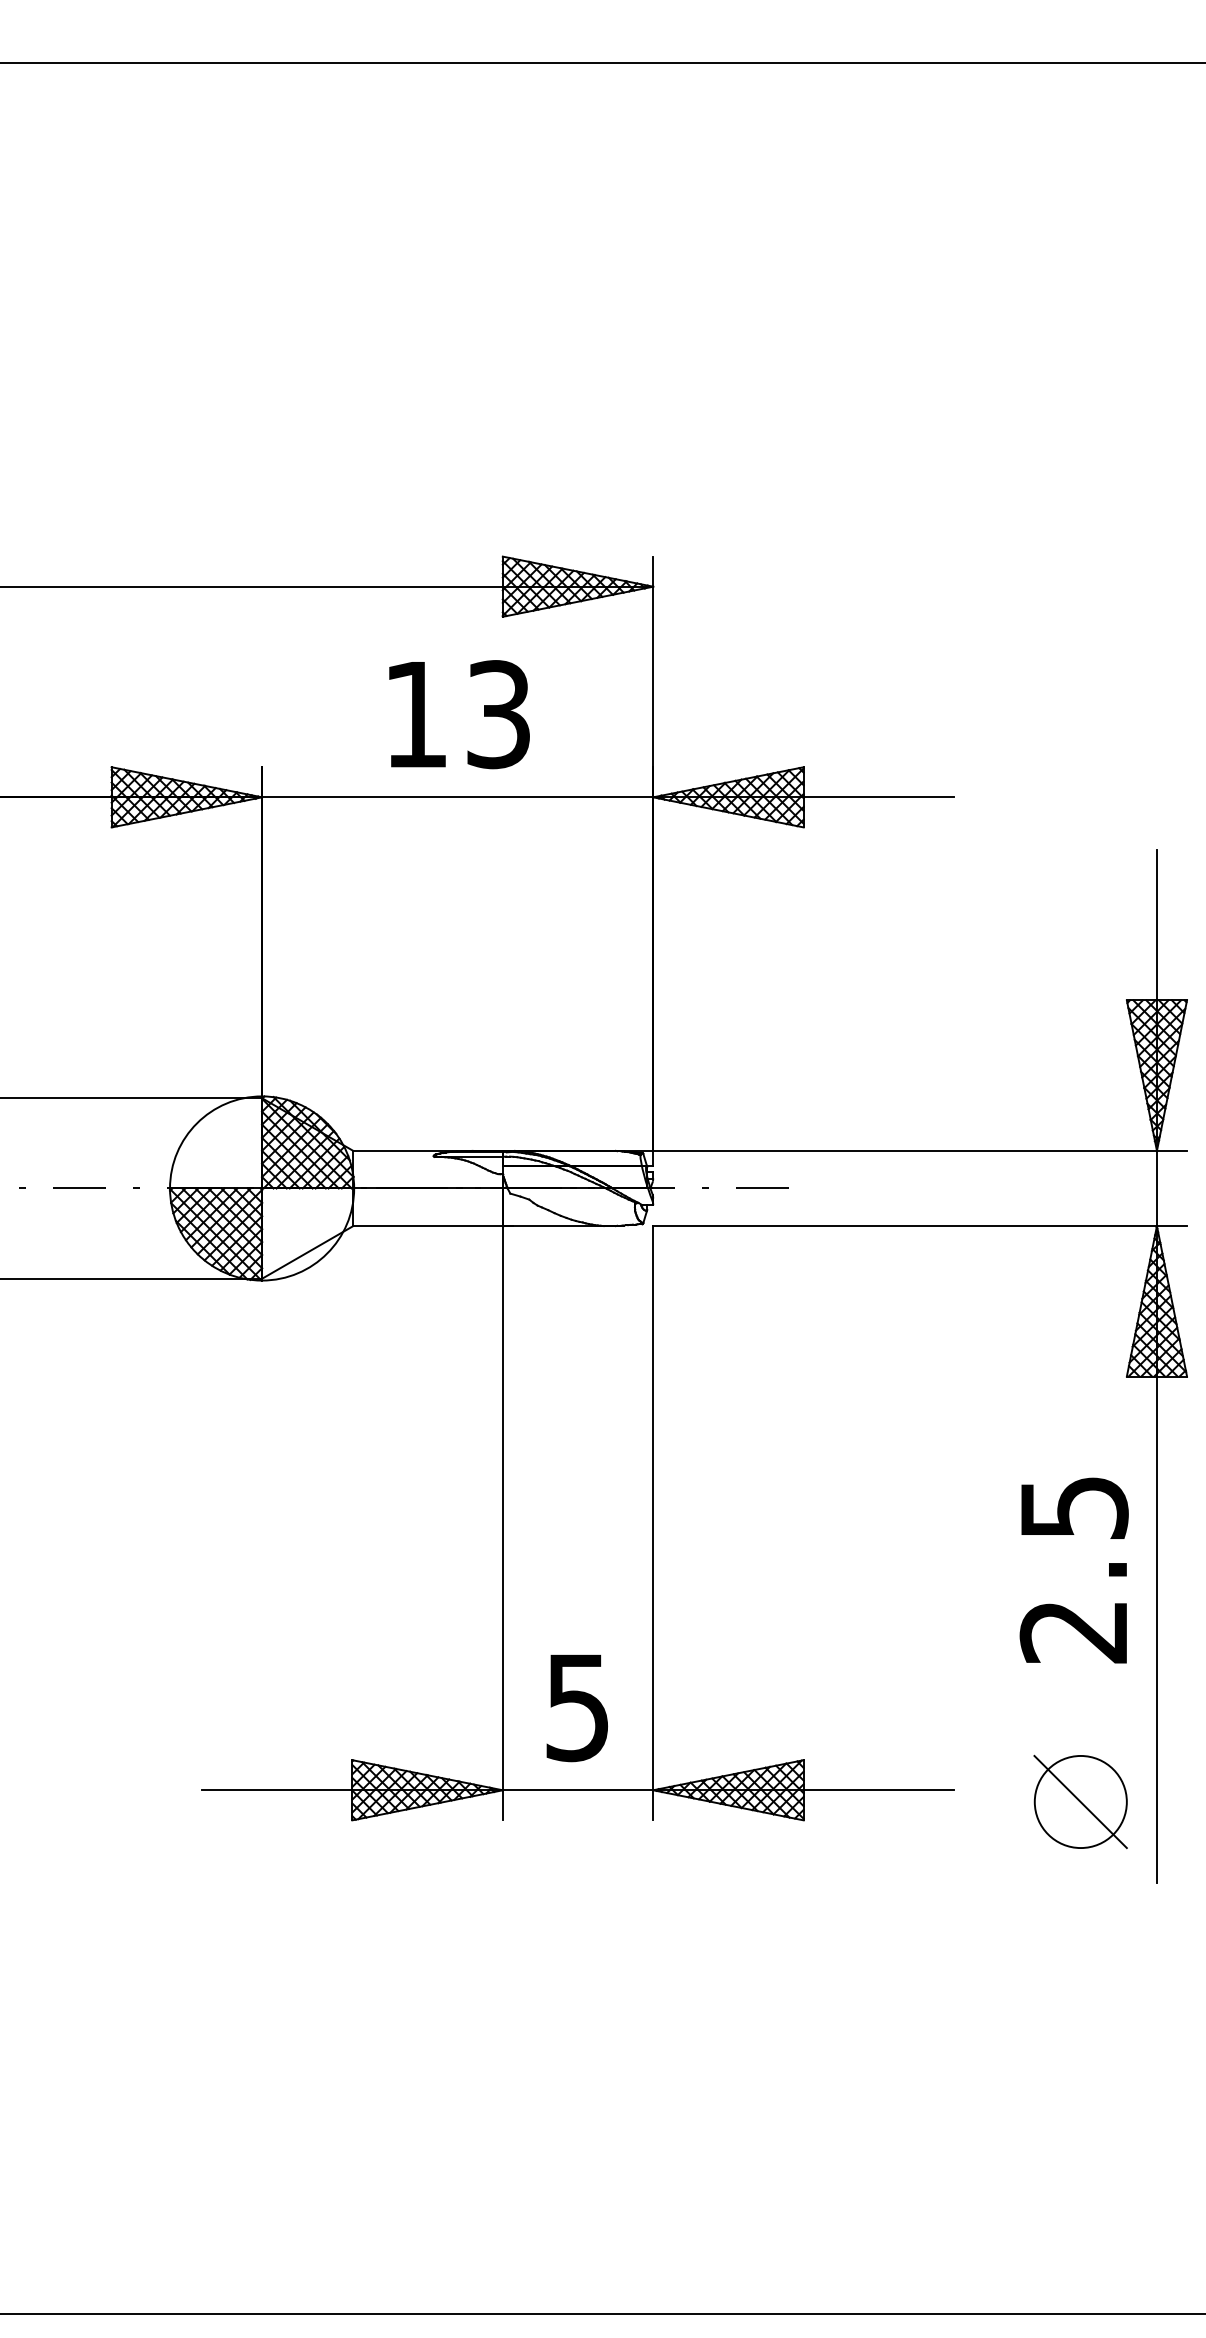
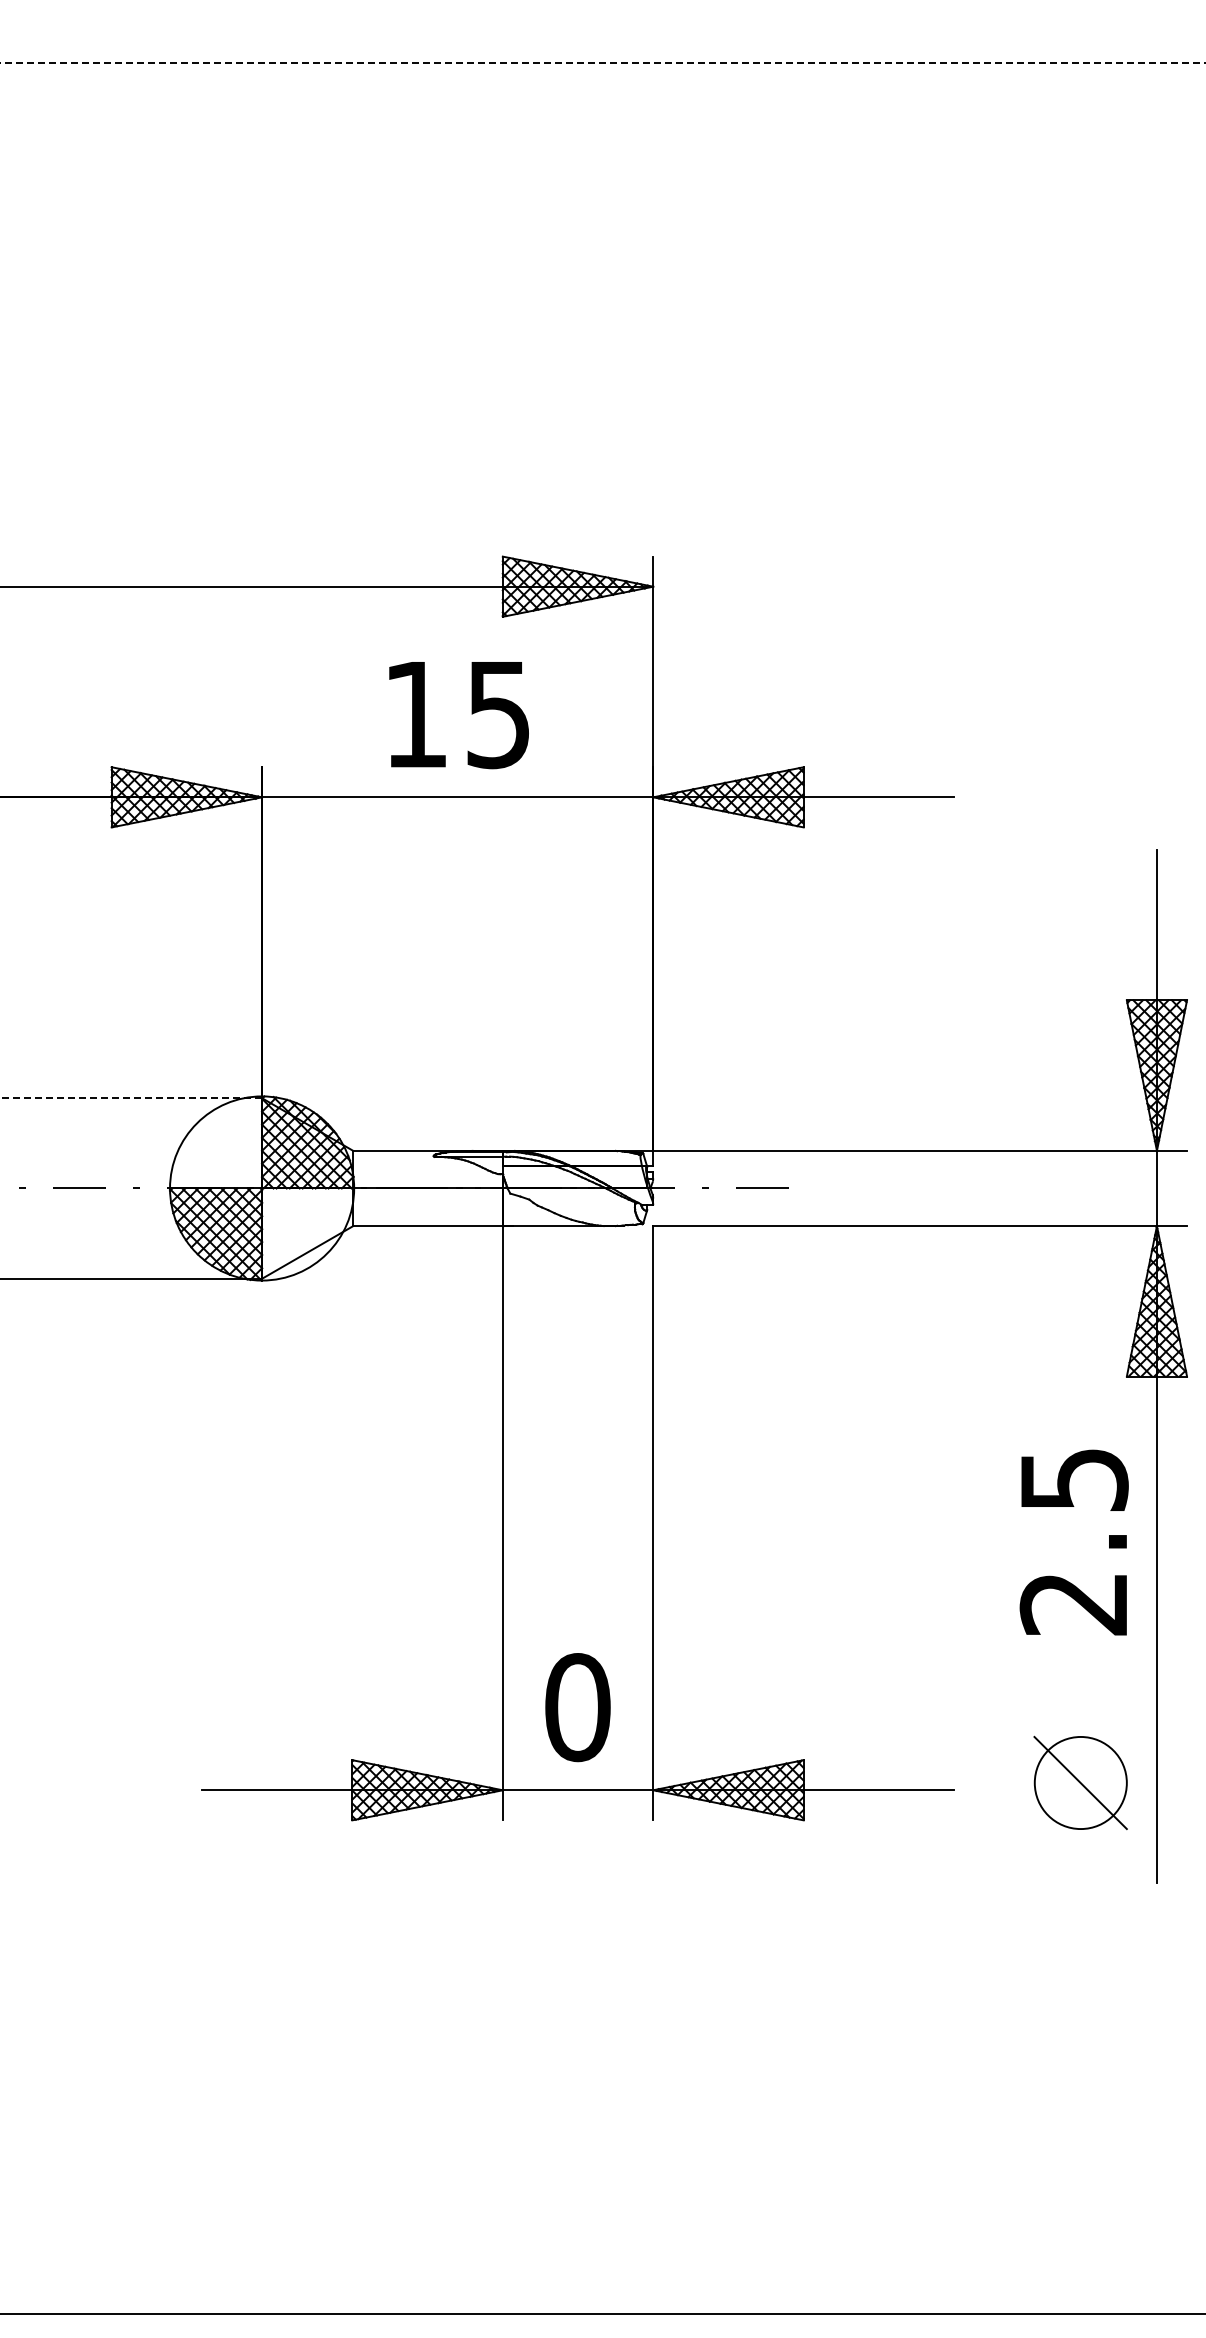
line at (603, 63): solid -> dashed
text at (498, 714): 13 -> 15
line at (131, 1098): solid -> dashed
text at (1073, 1570) position: (1073, 1570) -> (1073, 1542)
text at (577, 1707): 5 -> 0
part at (1080, 1801) position: (1080, 1801) -> (1080, 1782)
